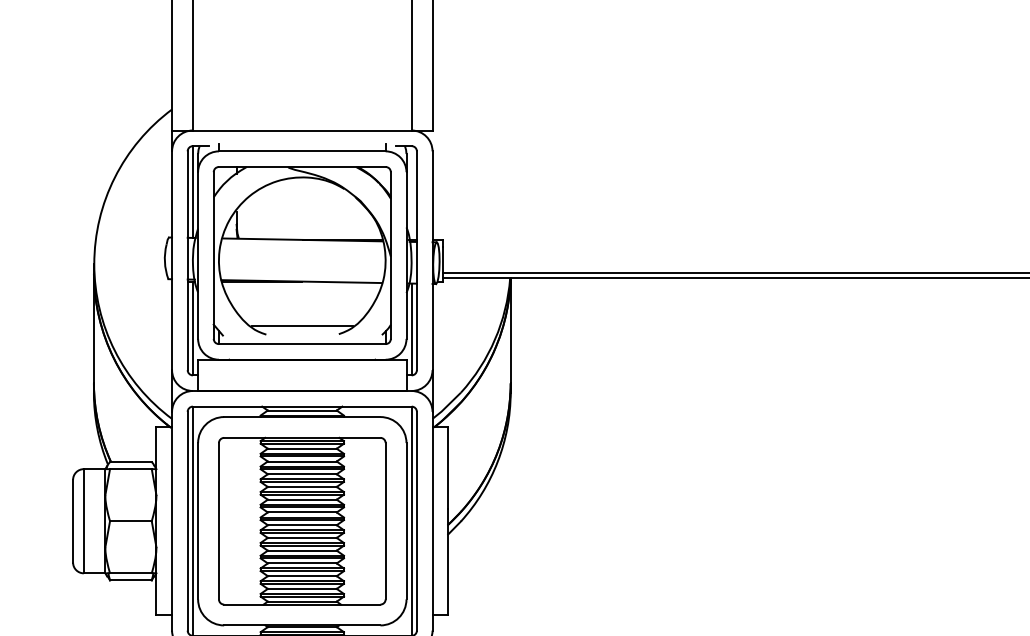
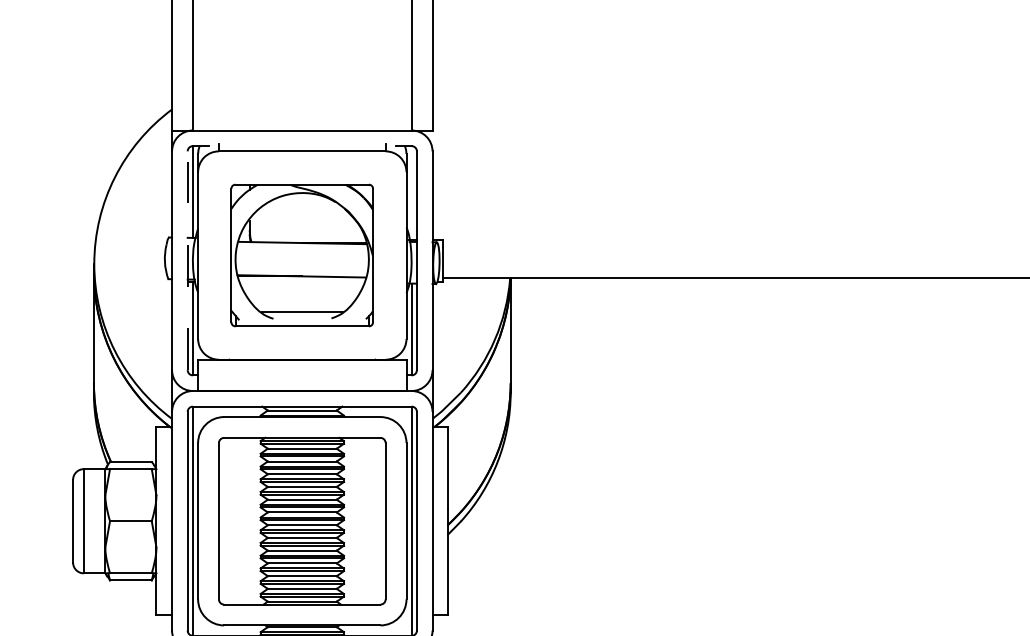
part at (301, 255) size: 180x179 px -> 144x145 px
line at (187, 260): solid -> dashed
line at (734, 273): present -> none
